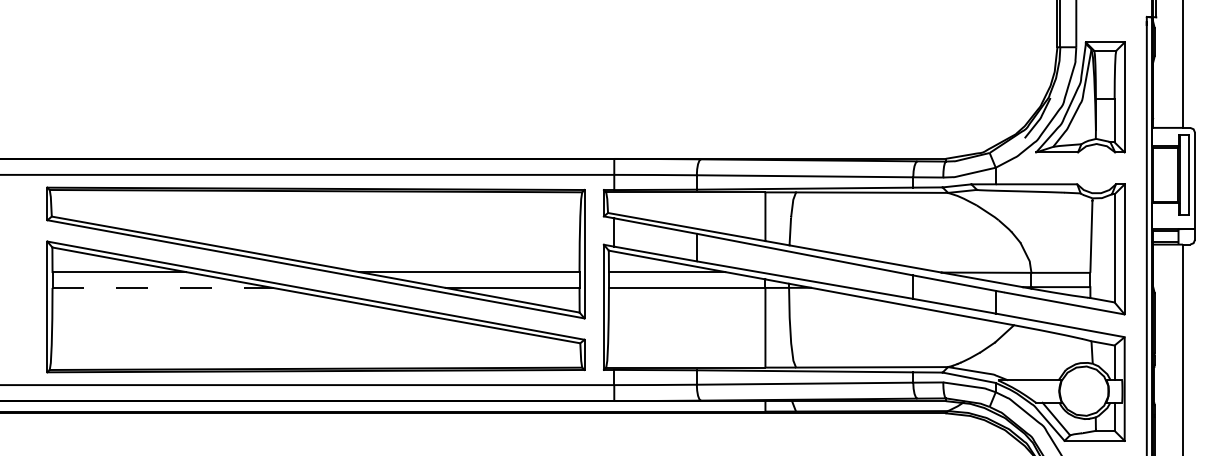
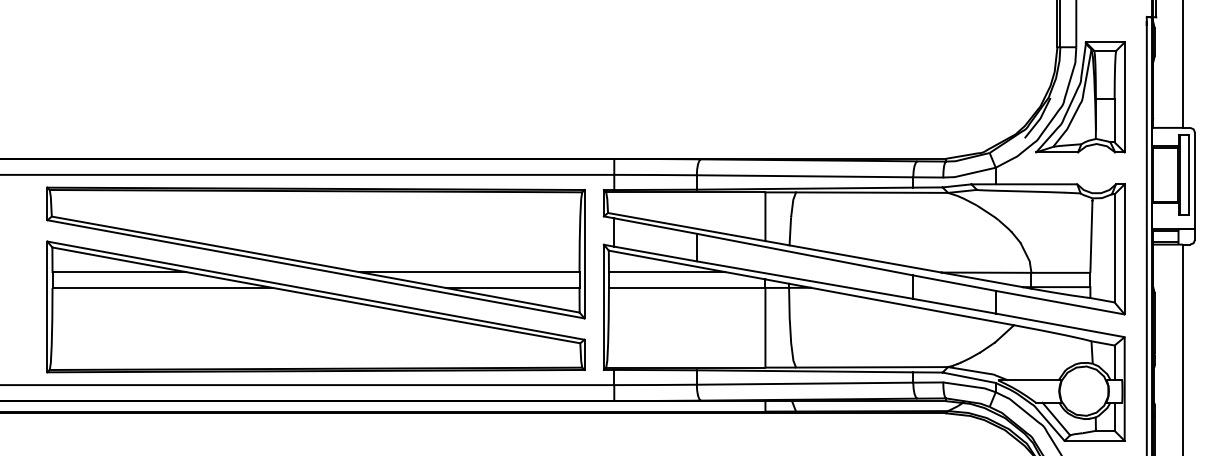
line at (163, 287): dashed -> solid
